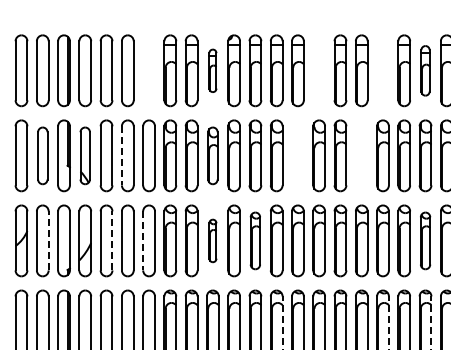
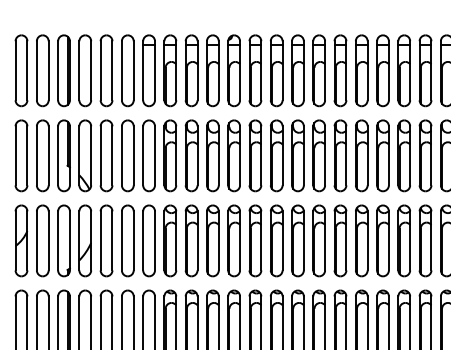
part at (148, 70): none -> present
part at (212, 70) size: 10x45 px -> 14x74 px
part at (318, 70): none -> present
part at (382, 70): none -> present
part at (425, 70) size: 11x52 px -> 15x74 px
part at (42, 155) size: 12x60 px -> 14x74 px
part at (84, 155) size: 12x60 px -> 14x74 px
line at (121, 155): dashed -> solid
part at (212, 155) size: 12x60 px -> 14x74 px
part at (297, 155): none -> present
part at (361, 155): none -> present
line at (48, 240): dashed -> solid
line at (112, 240): dashed -> solid
line at (143, 240): dashed -> solid
part at (212, 240) size: 10x46 px -> 14x74 px
part at (254, 240) size: 12x60 px -> 15x74 px
part at (425, 240) size: 12x60 px -> 15x74 px
line at (282, 323): dashed -> solid
line at (388, 323): dashed -> solid
line at (431, 323): dashed -> solid
